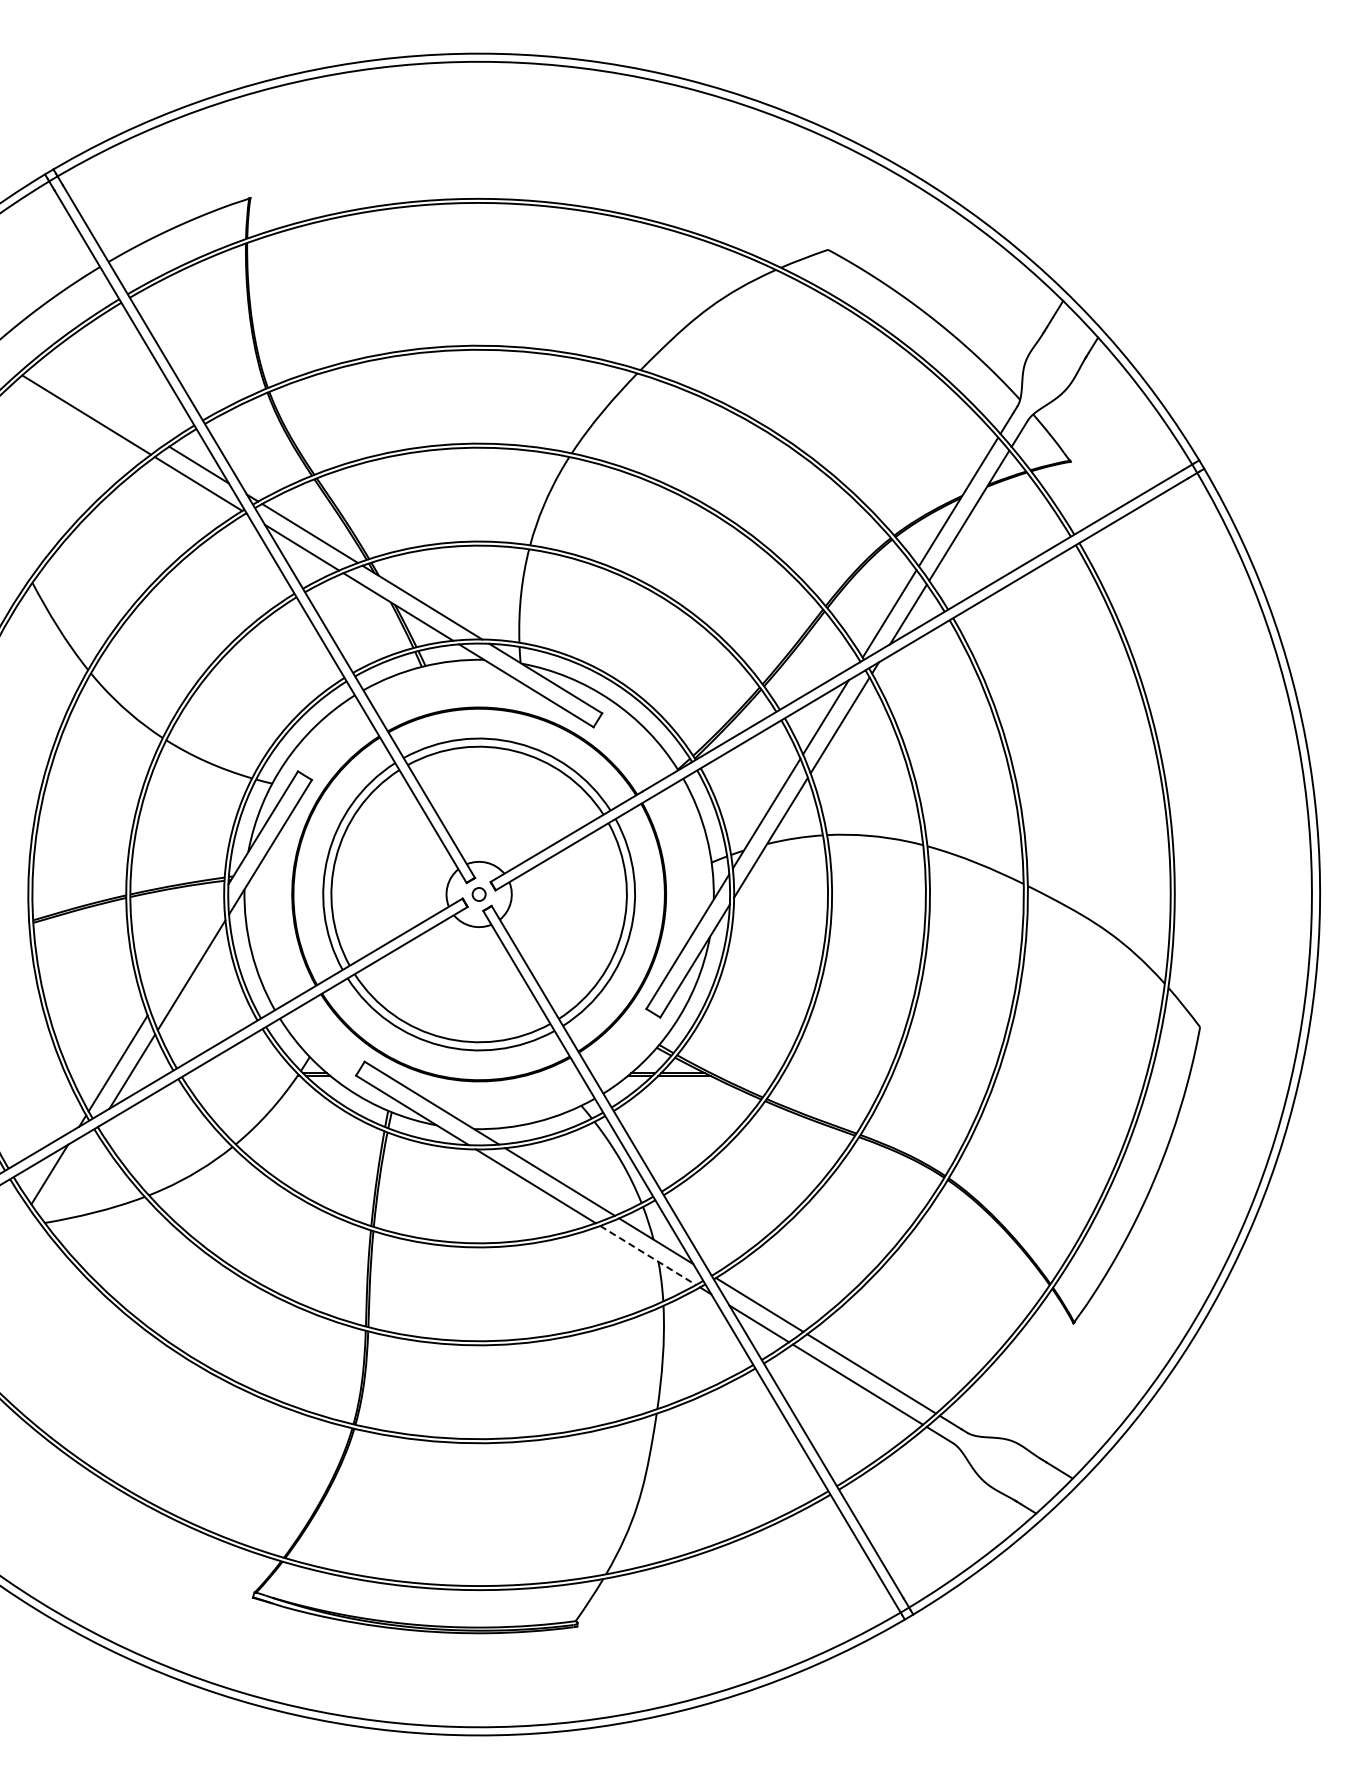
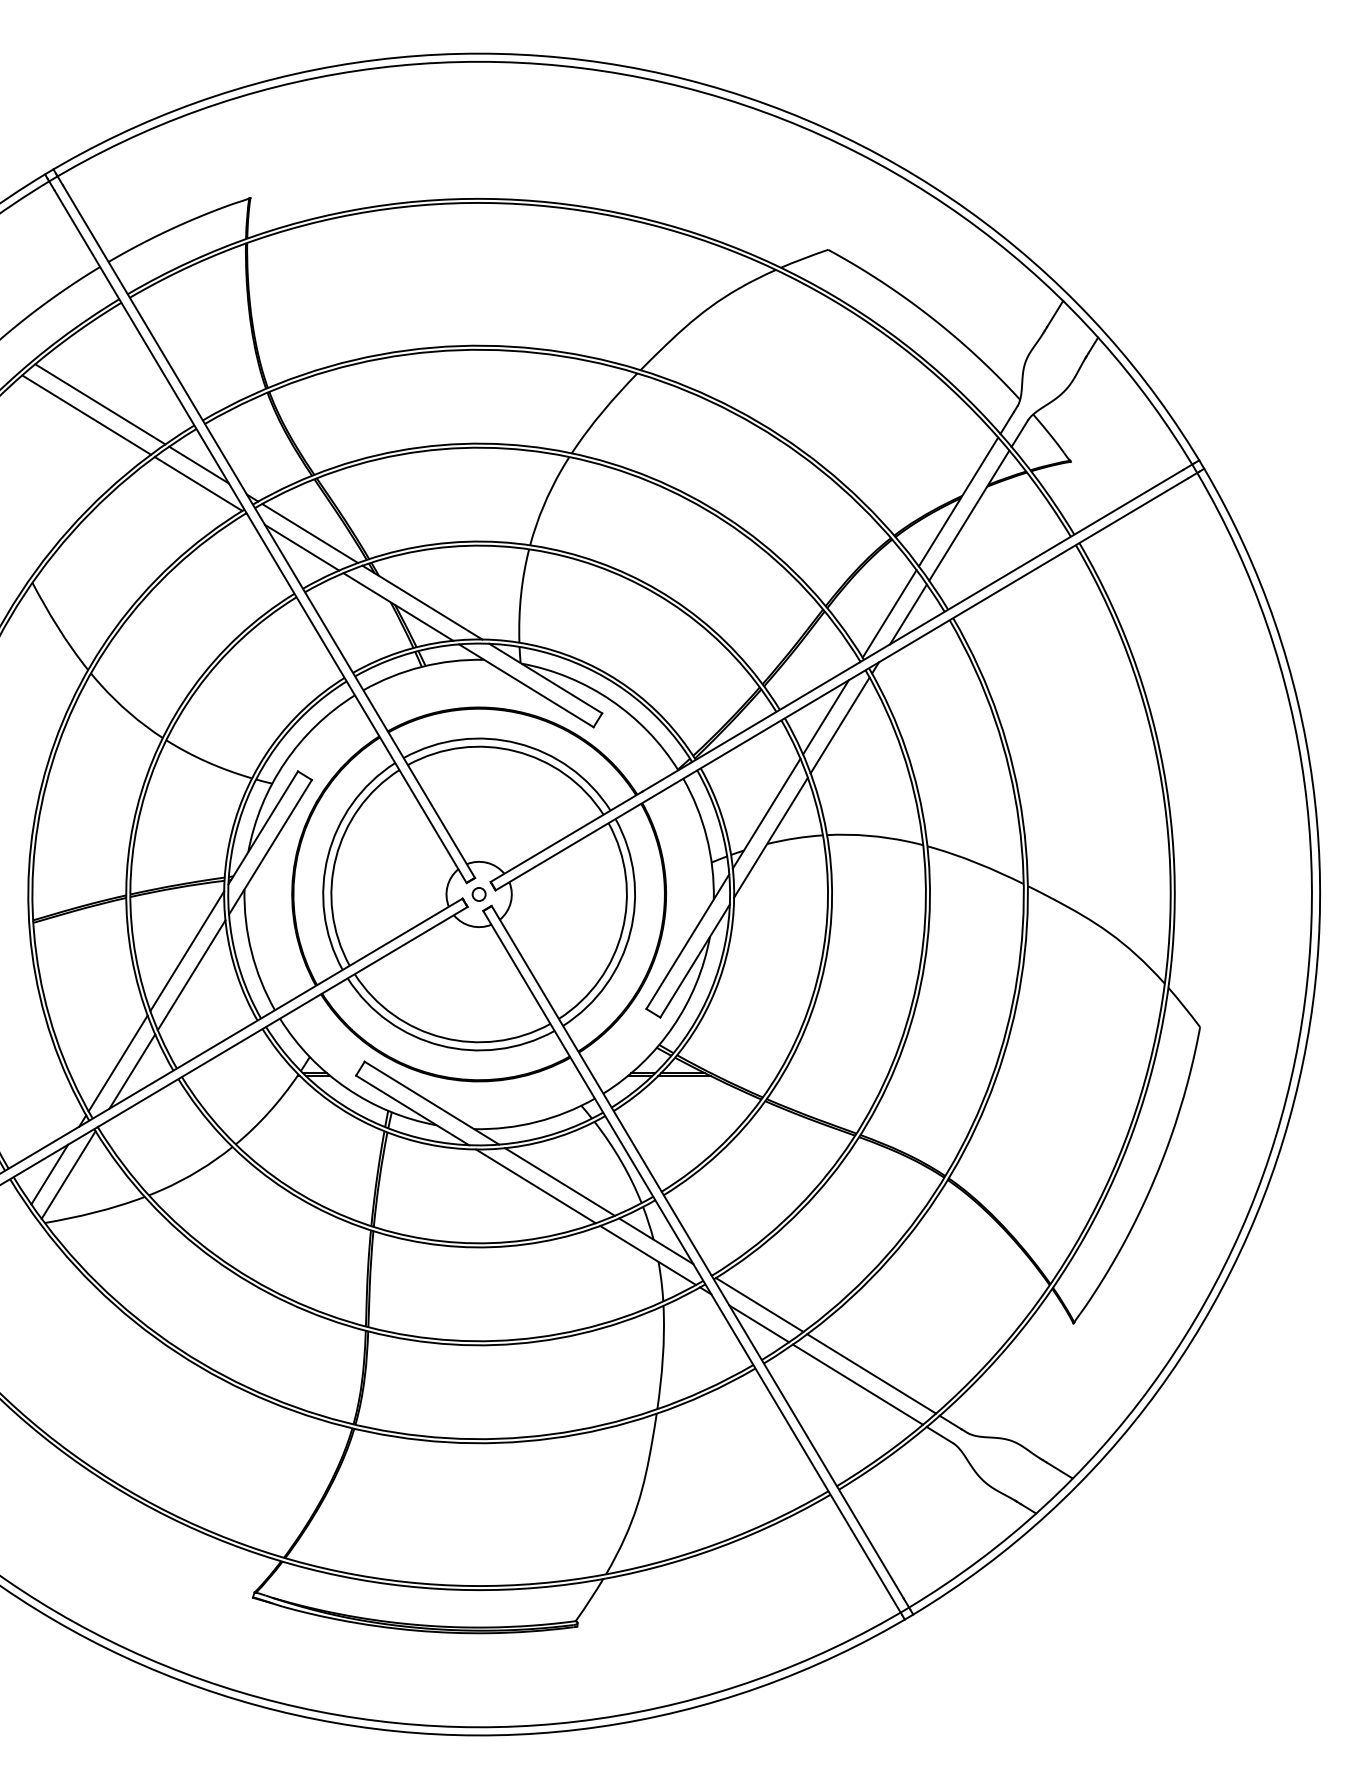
line at (100, 404): none -> present
line at (187, 951): none -> present
line at (68, 1174): none -> present
line at (648, 1255): dashed -> solid
